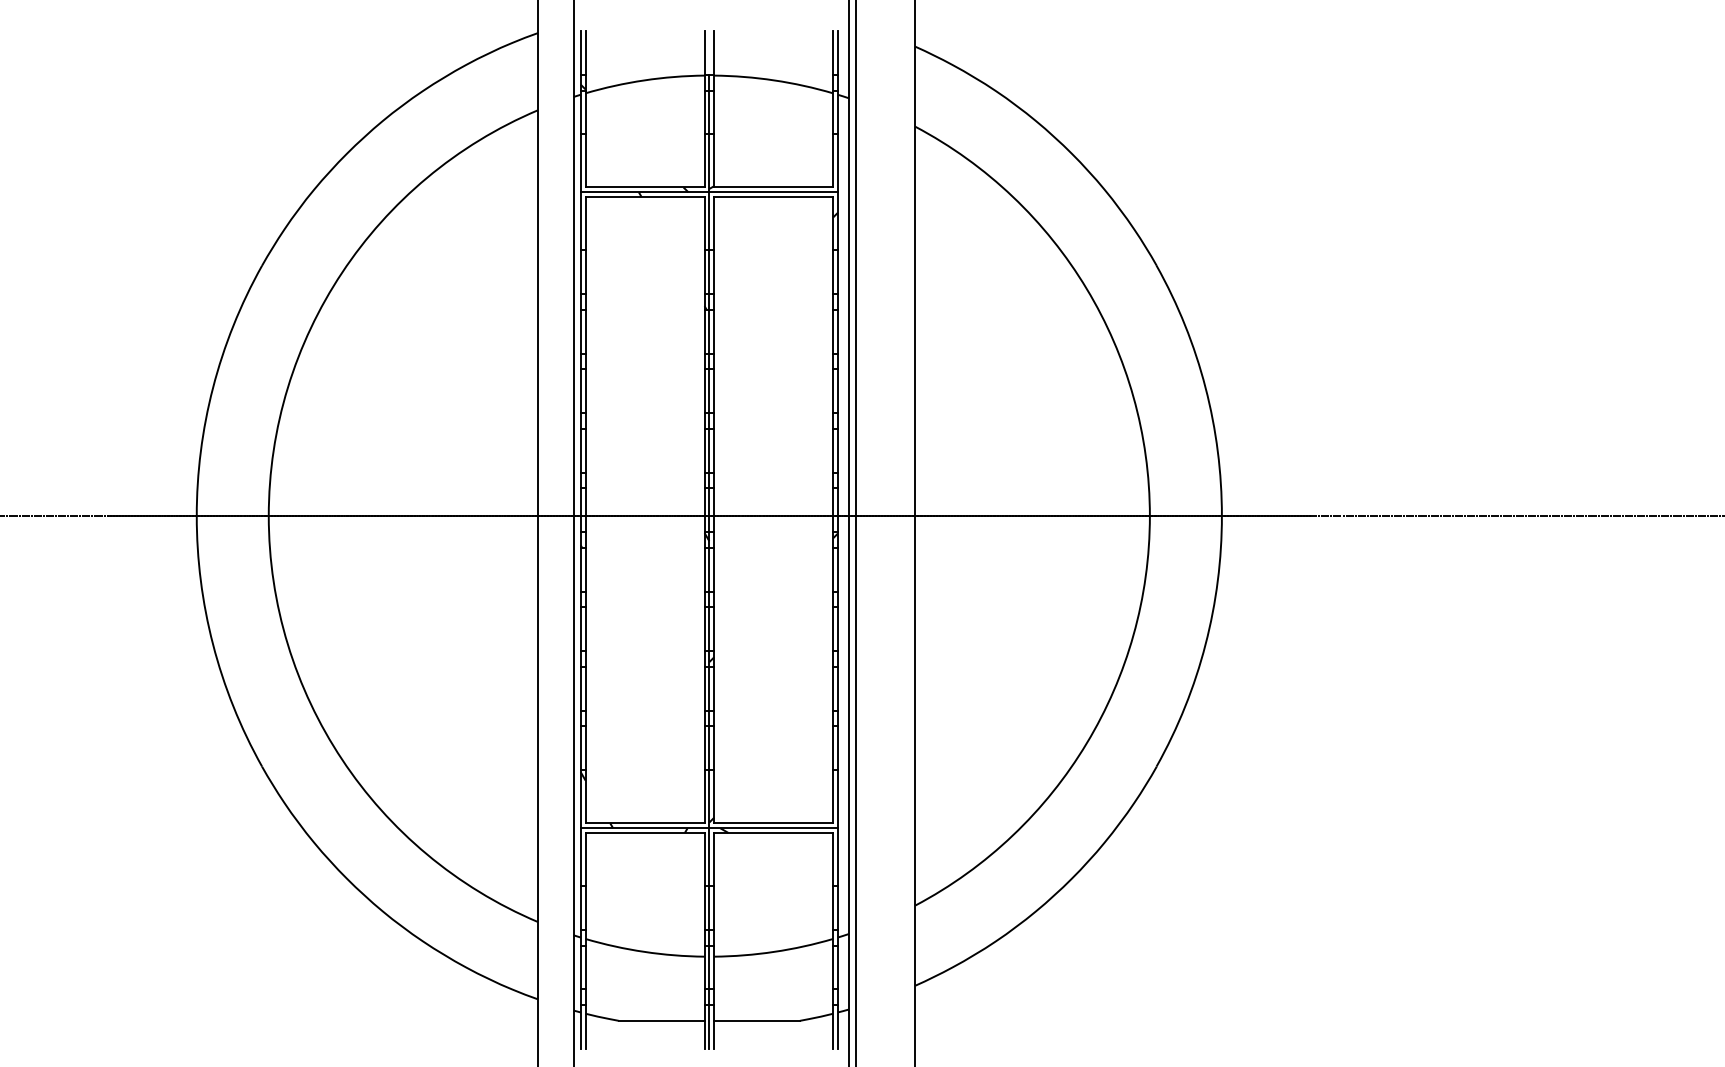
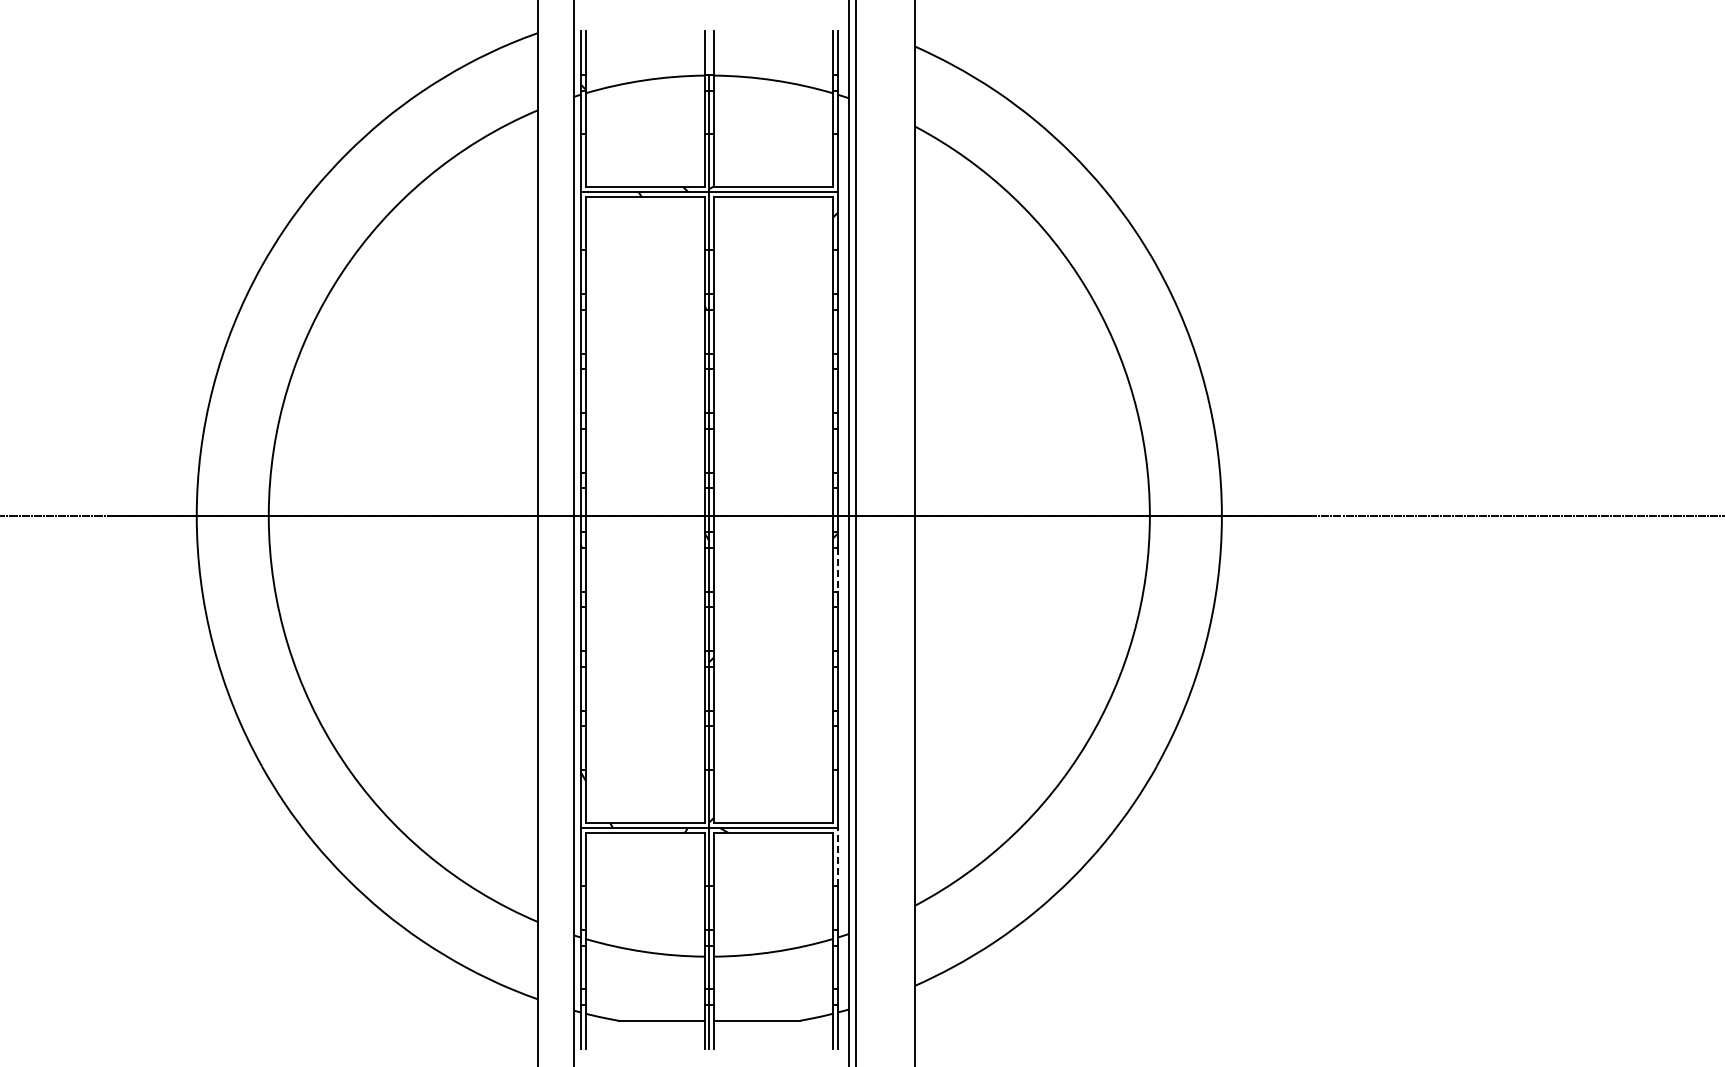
line at (837, 569): solid -> dashed
line at (837, 857): solid -> dashed
